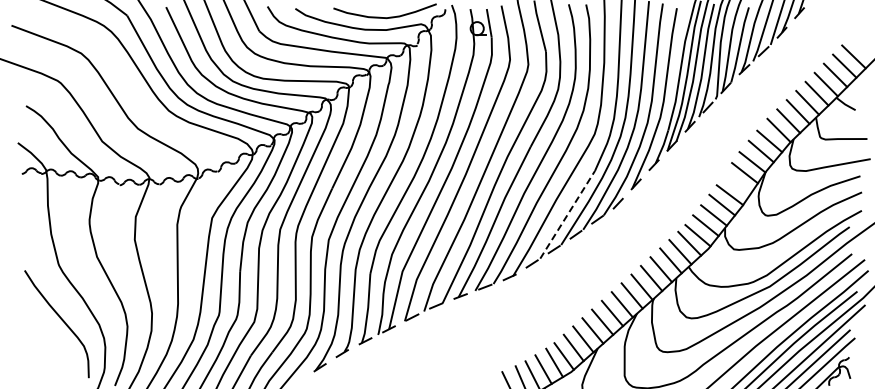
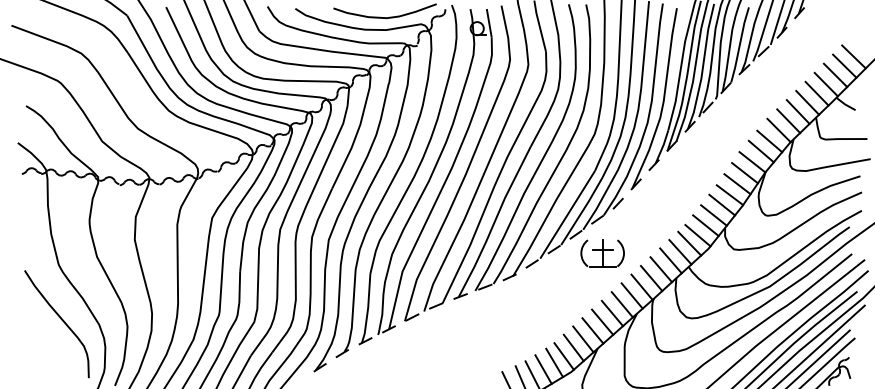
line at (737, 184): none -> present
line at (567, 214): dashed -> solid
part at (602, 253): none -> present
